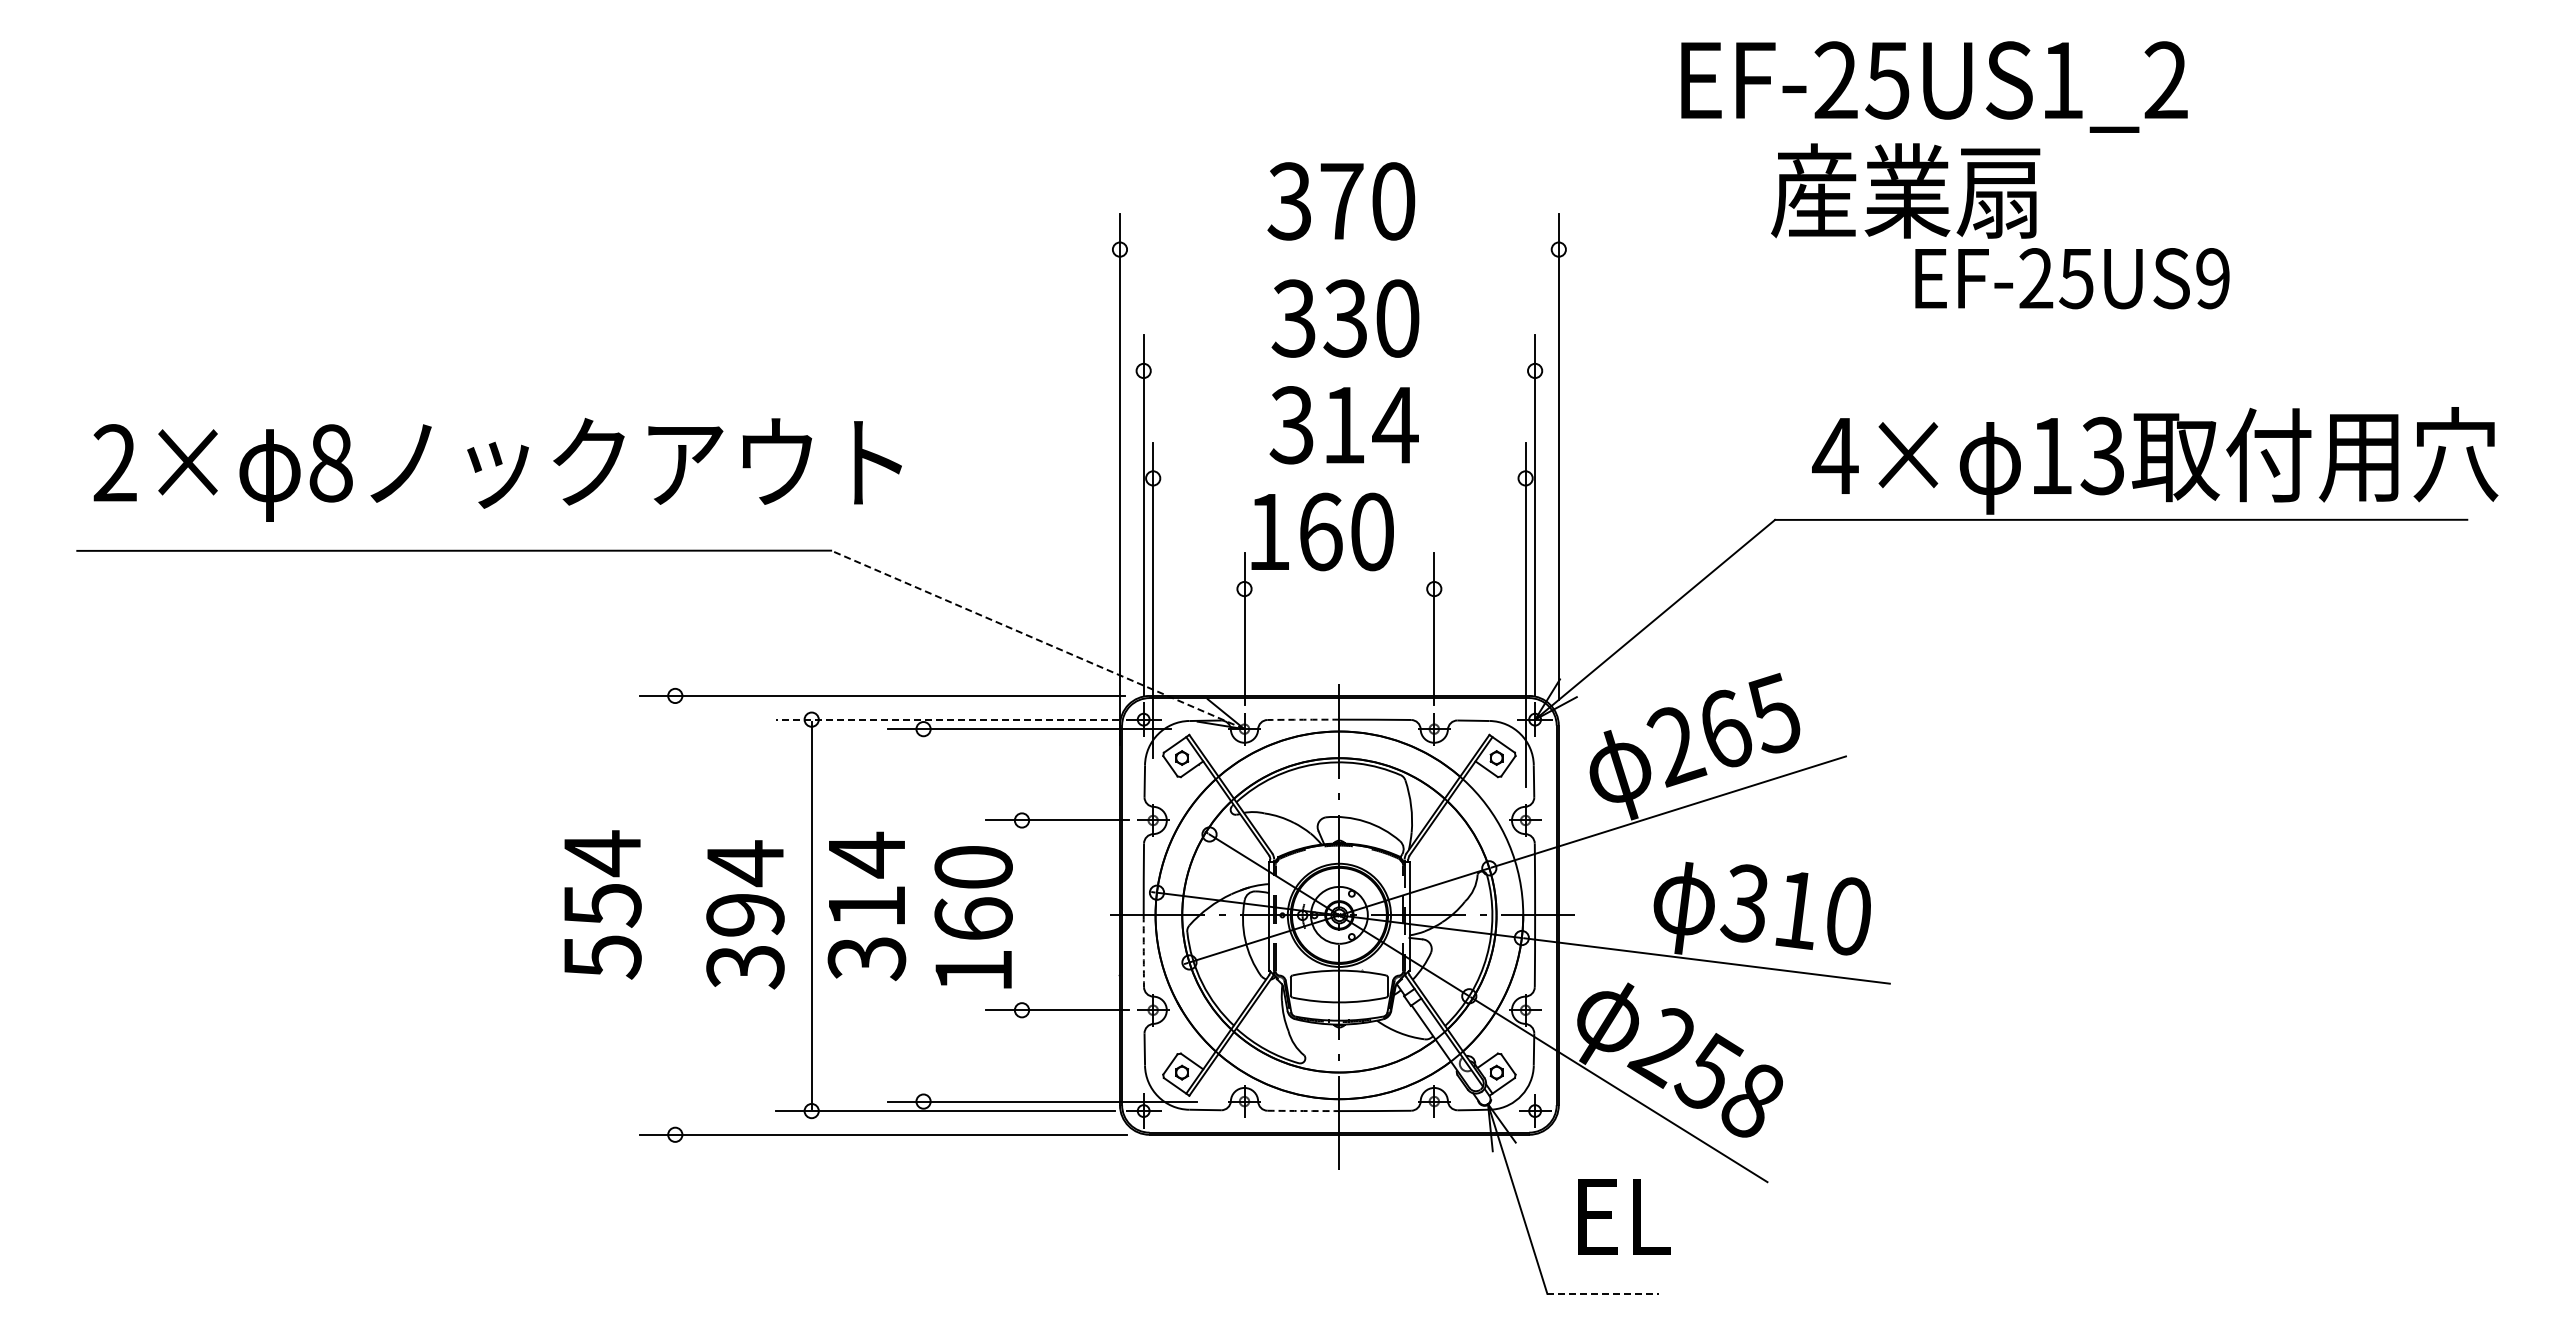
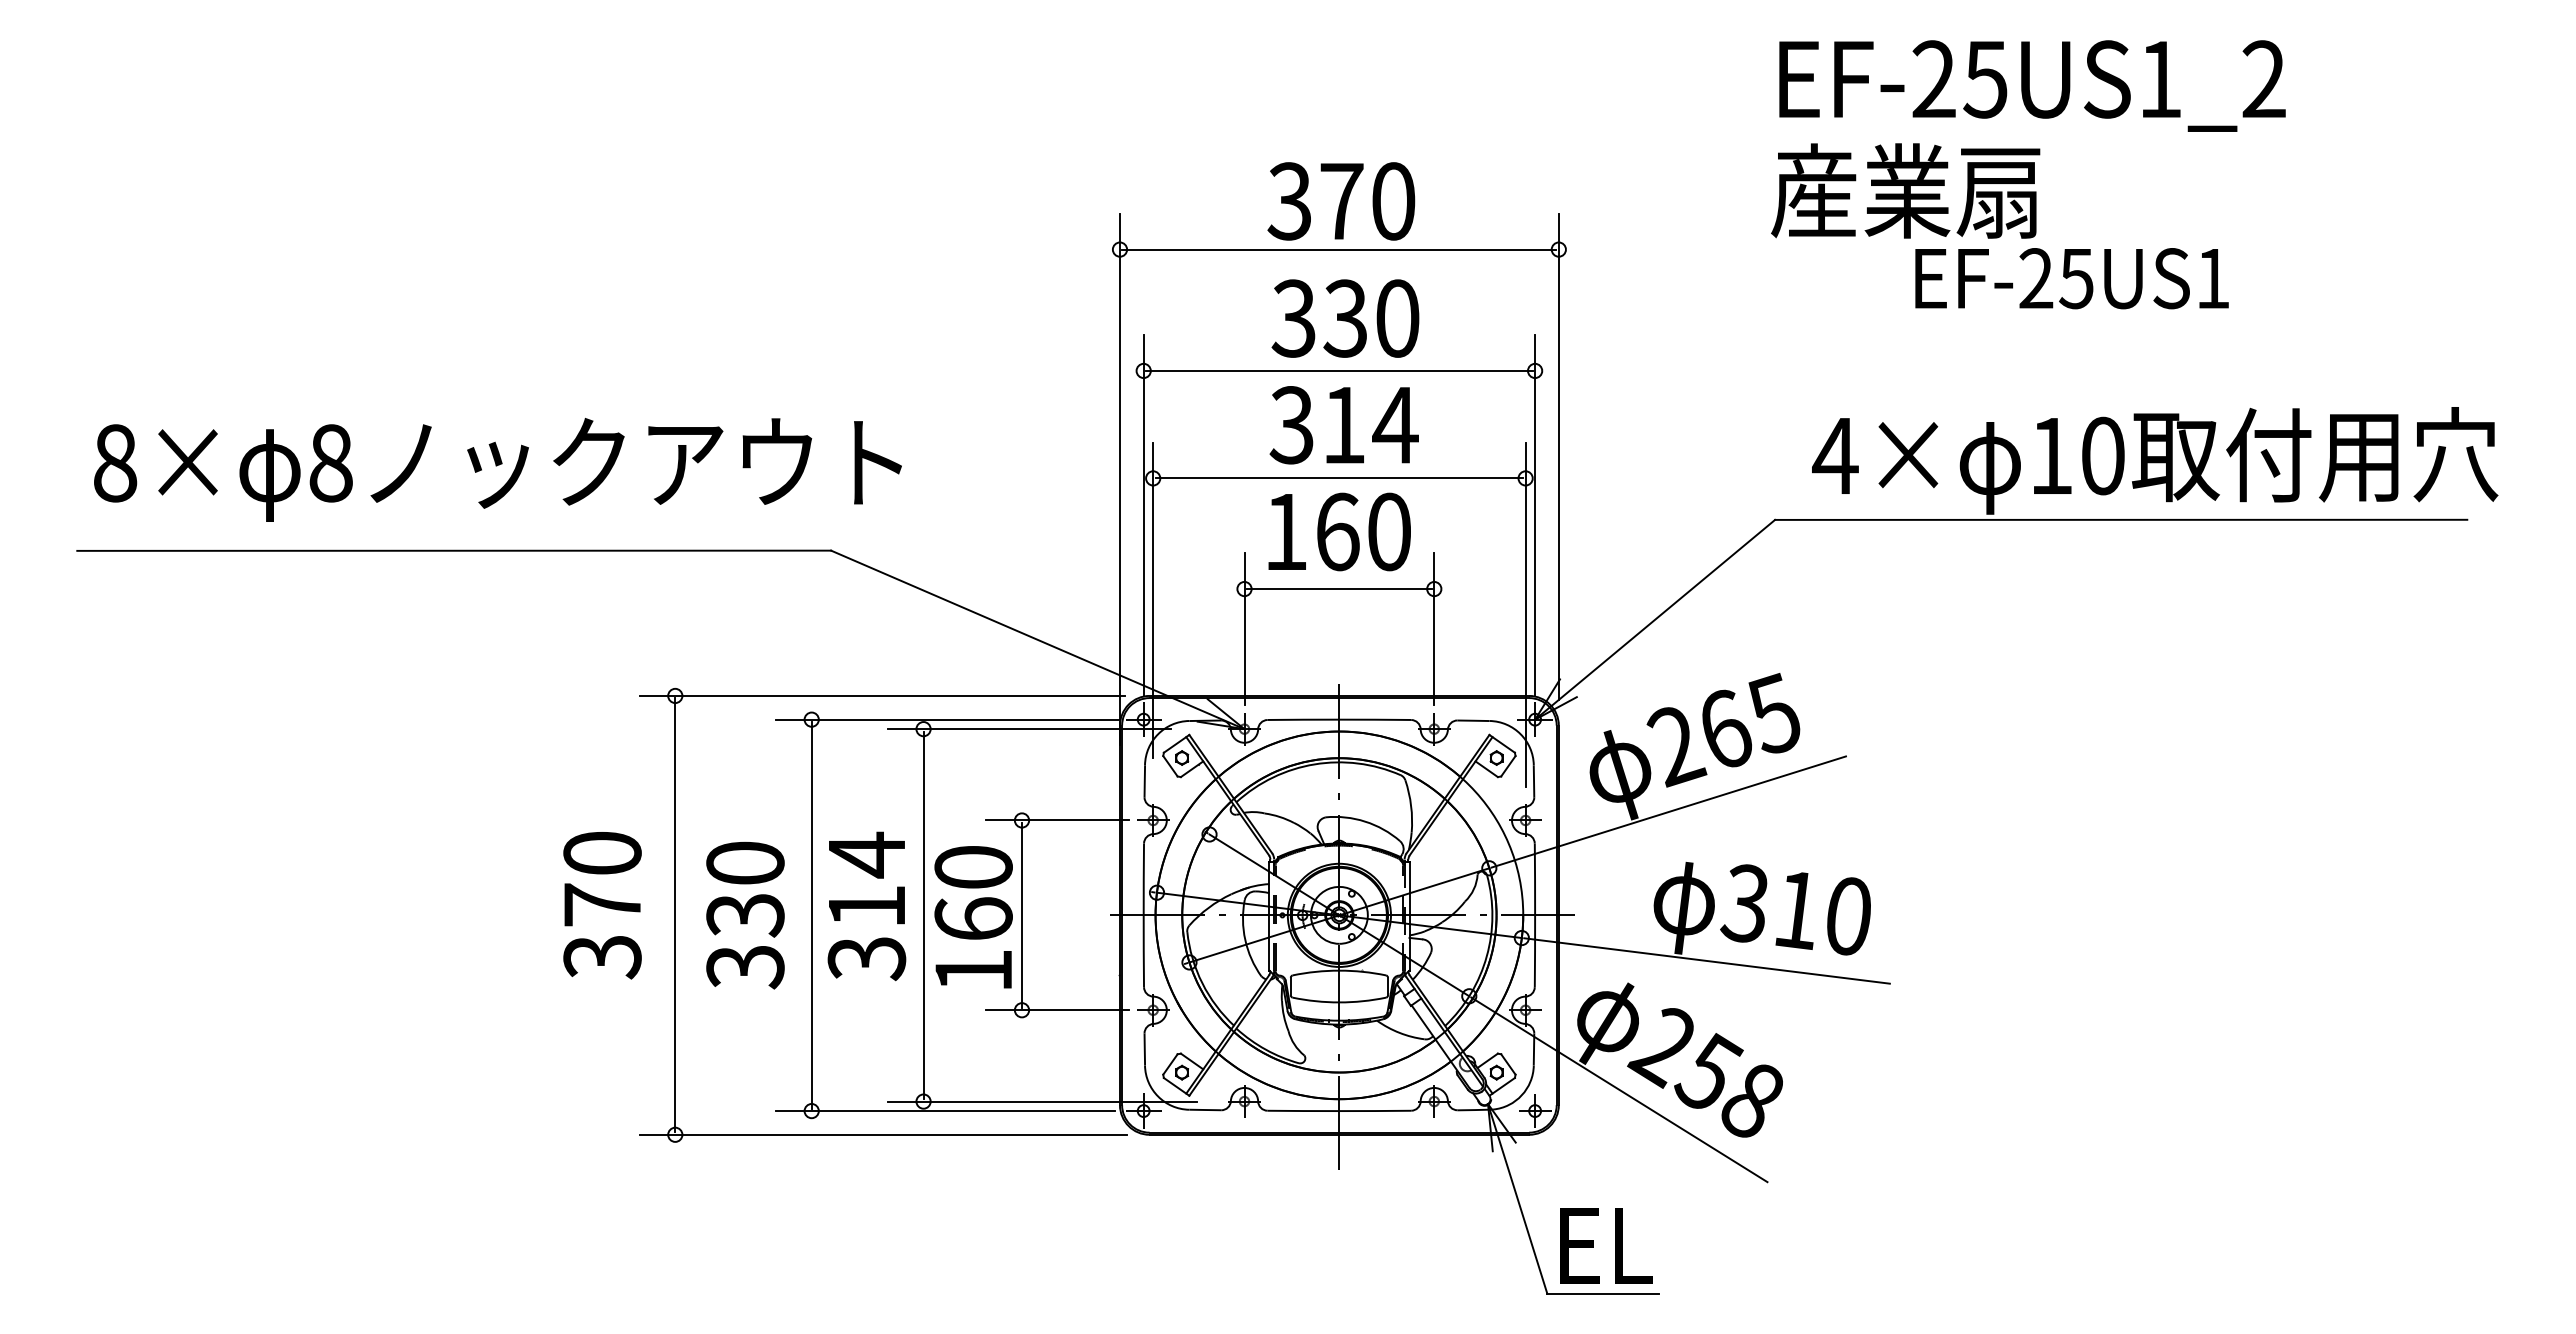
text at (1934, 86) position: (1934, 86) -> (2032, 85)
line at (1339, 249): none -> present
text at (2212, 278): EF-25US9 -> EF-25US1
line at (1339, 370): none -> present
text at (2102, 455): 13 -> 10
text at (115, 463): 2× -> 8×
line at (1339, 478): none -> present
text at (1322, 531) position: (1322, 531) -> (1339, 531)
line at (1338, 589): none -> present
line at (1037, 639): dashed -> solid
line at (947, 719): dashed -> solid
arc at (1303, 719): dashed -> solid
text at (745, 888): 394 -> 330
text at (602, 904): 554 -> 370
line at (1022, 914): none -> present
line at (675, 915): none -> present
line at (923, 915): none -> present
arc at (1143, 951): dashed -> solid
arc at (1303, 1111): dashed -> solid
text at (1624, 1216) position: (1624, 1216) -> (1606, 1245)
line at (1602, 1293): dashed -> solid
